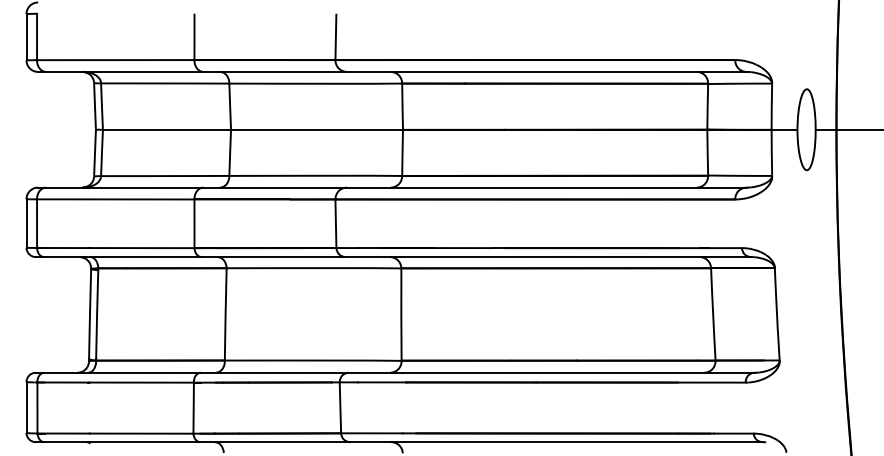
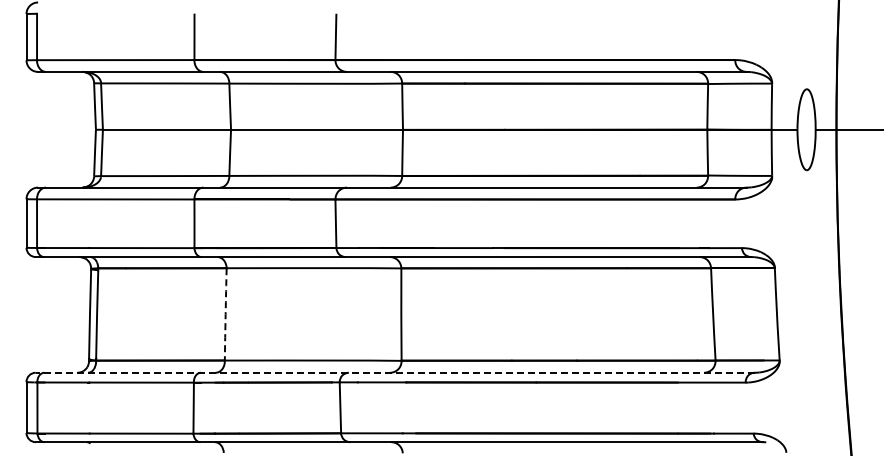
arc at (225, 314): solid -> dashed
line at (394, 372): solid -> dashed
